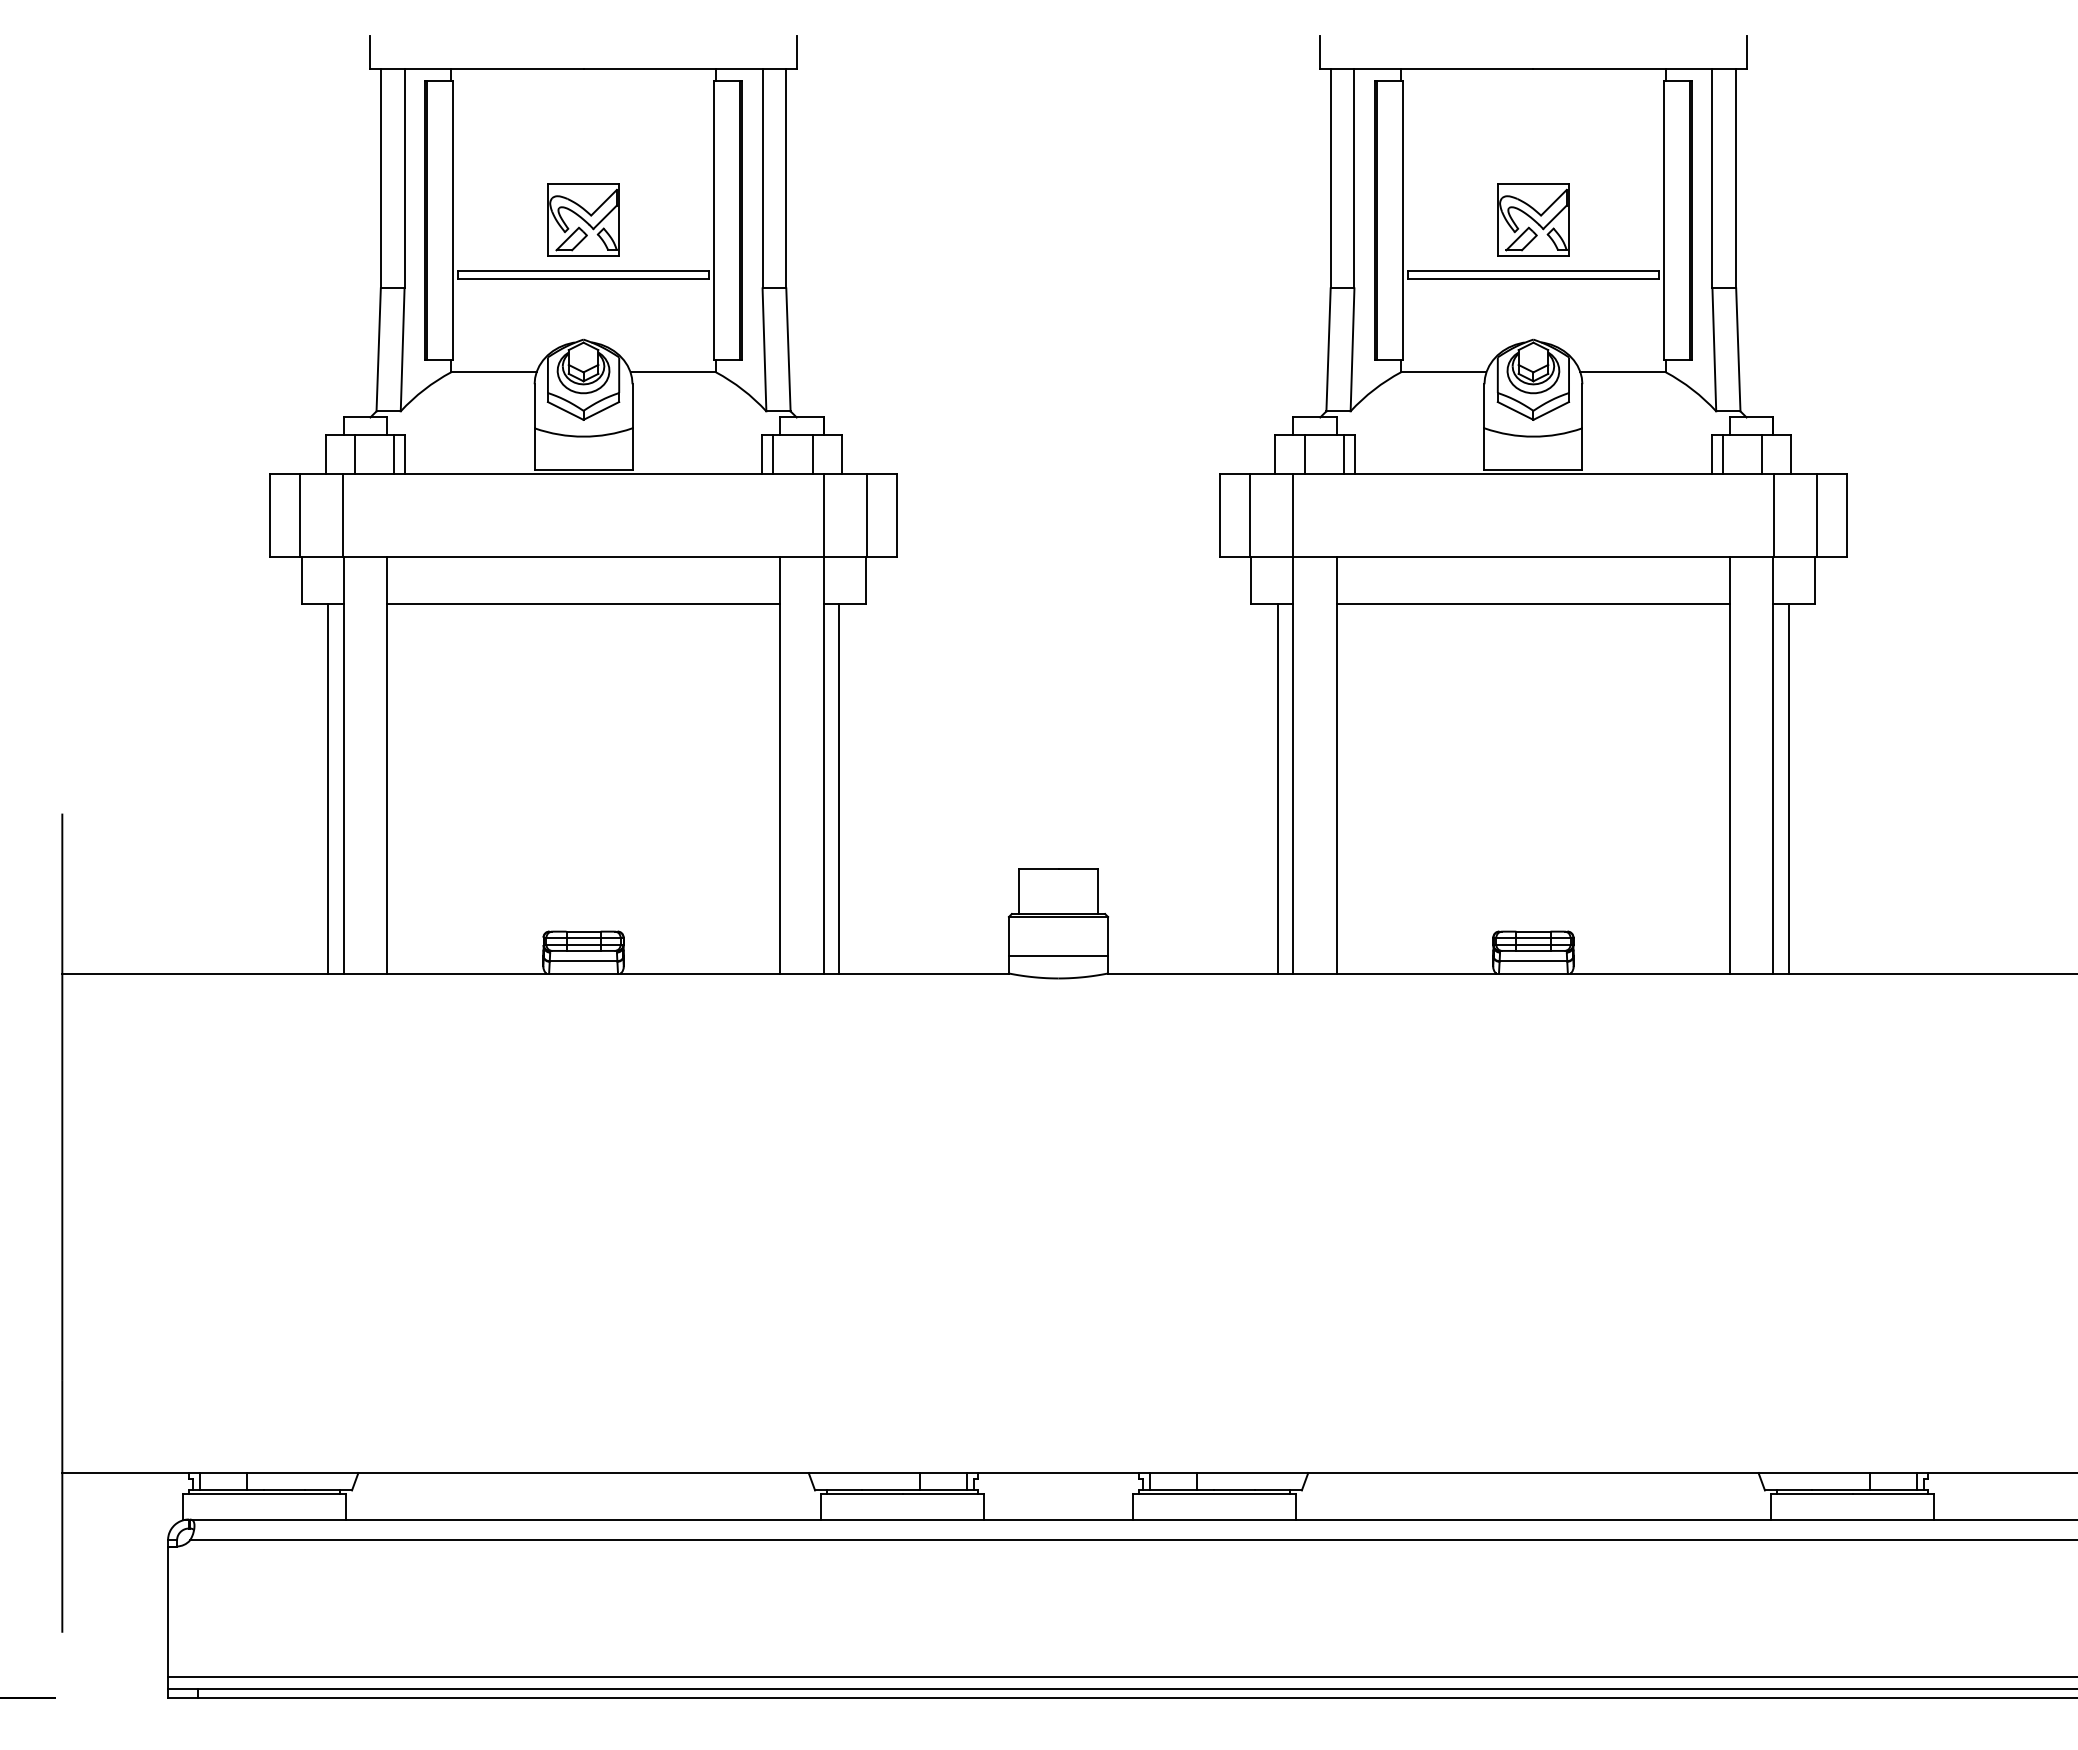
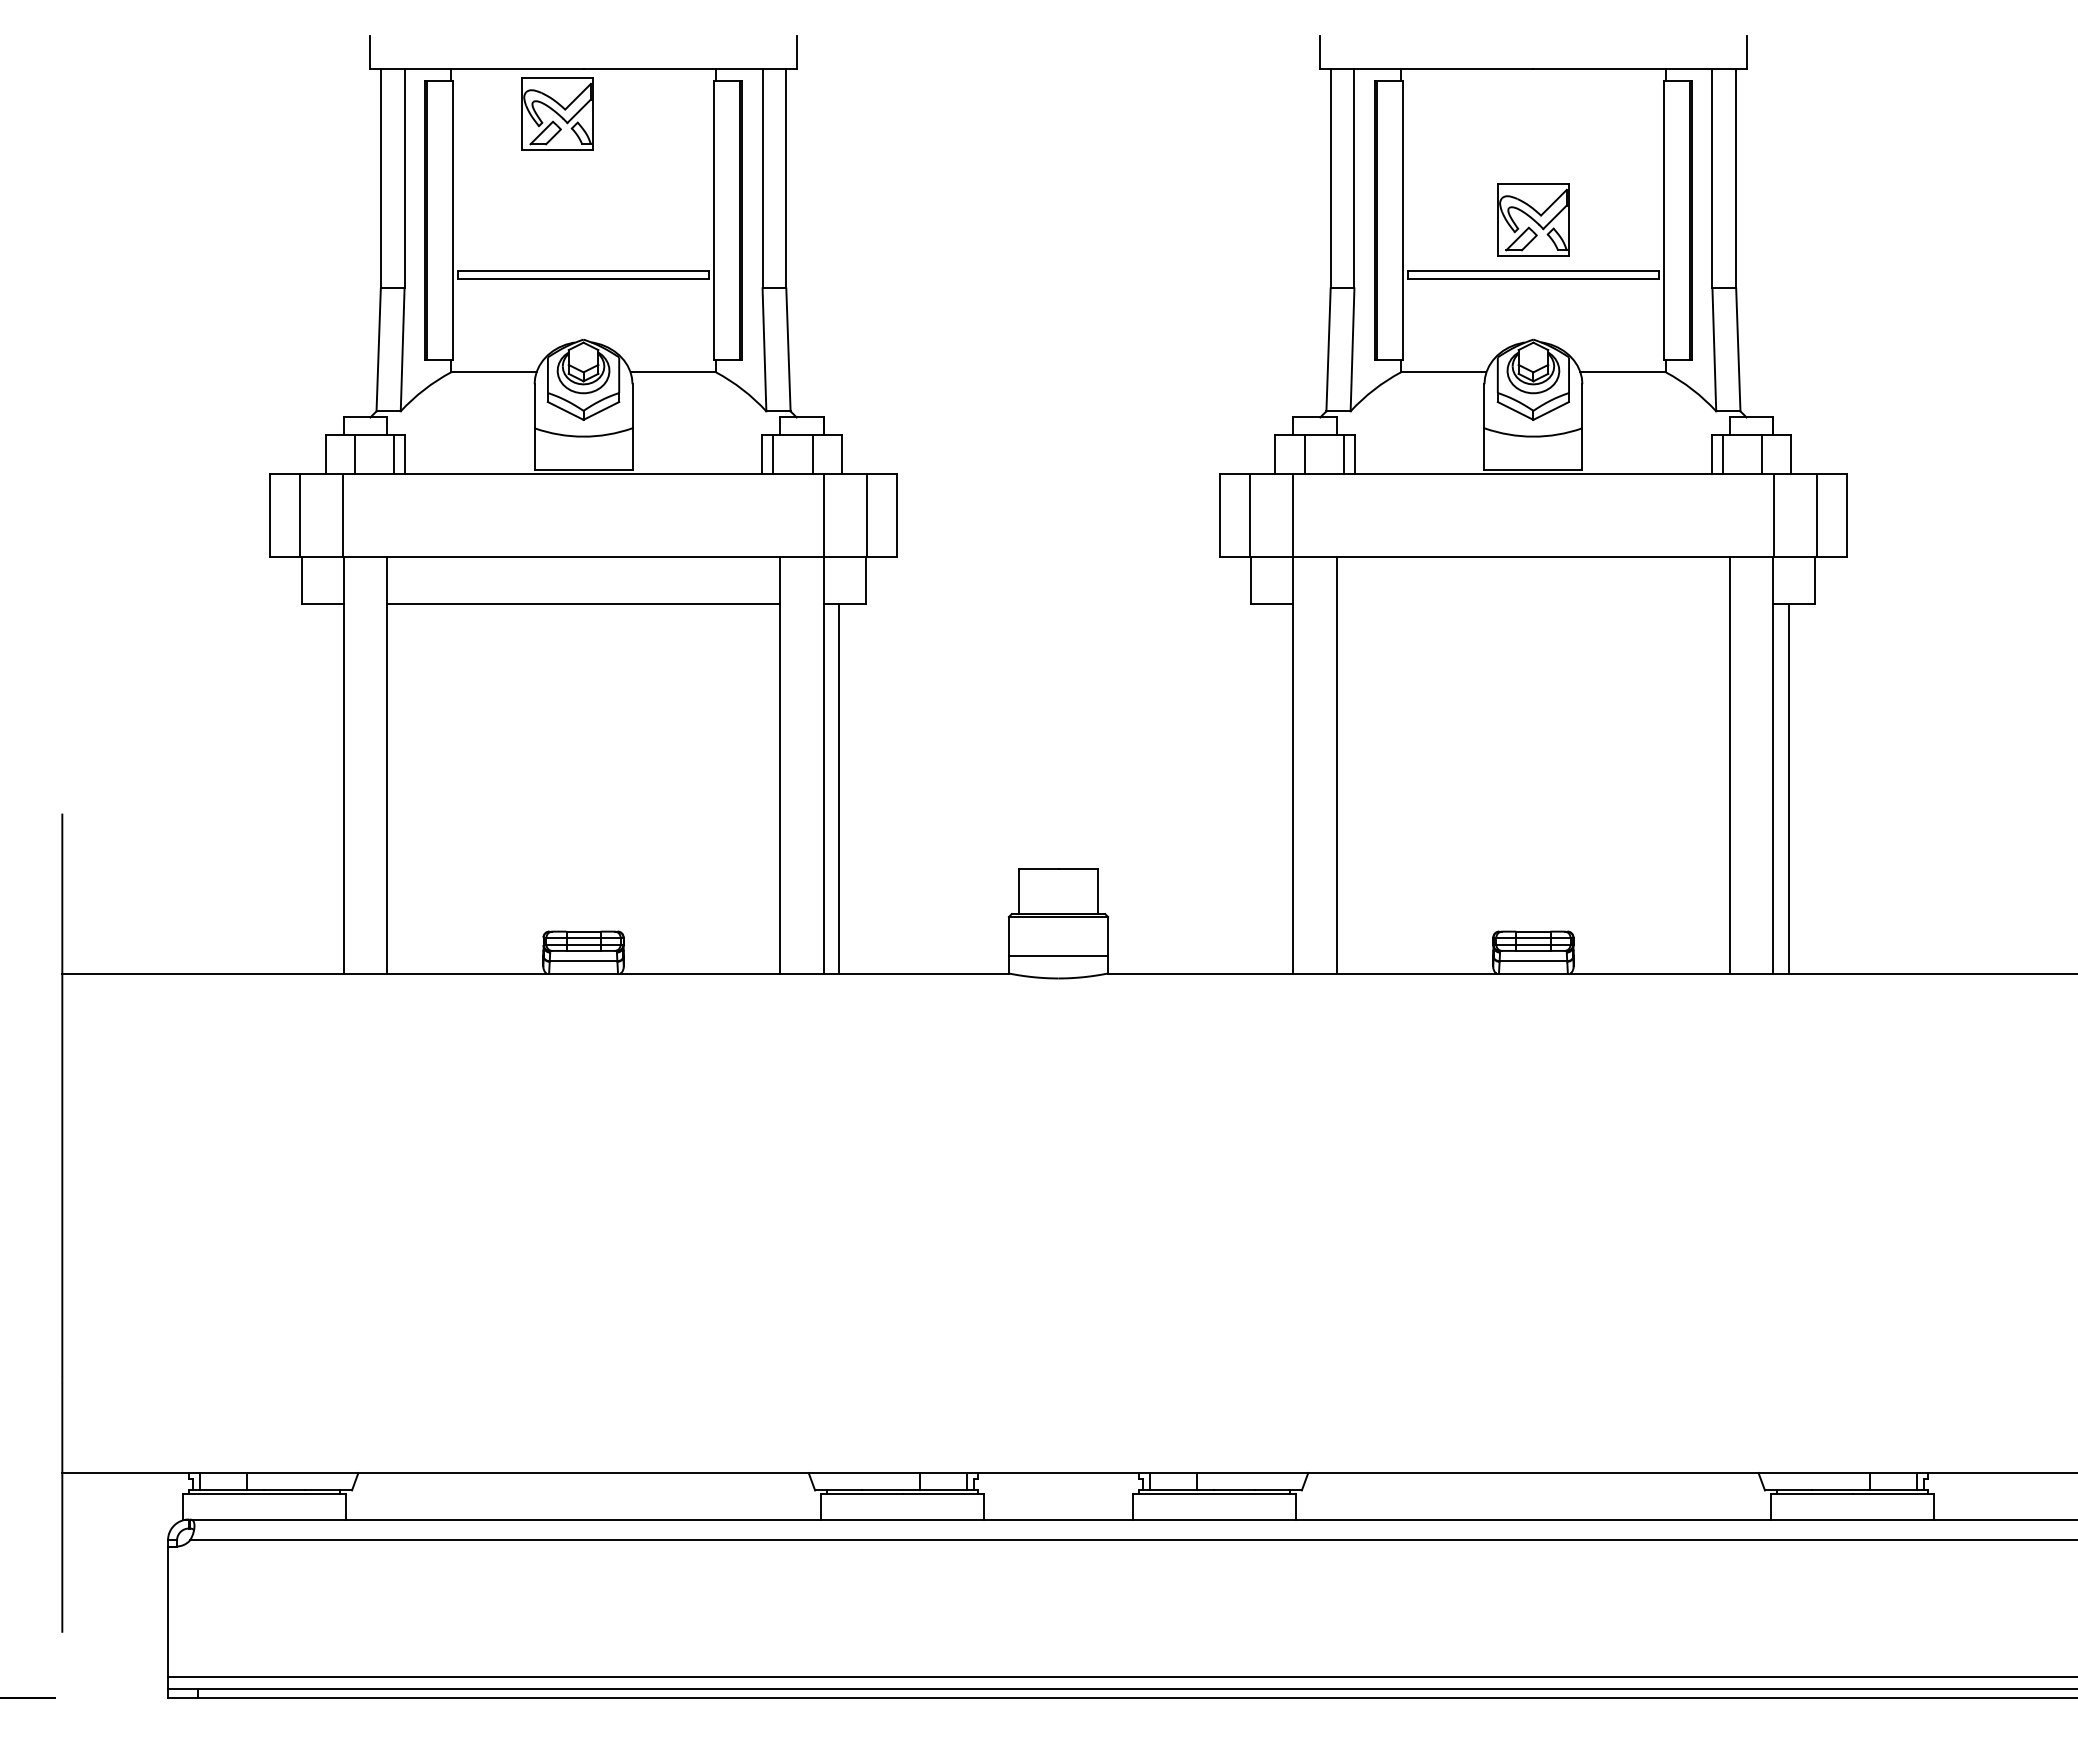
part at (583, 219) position: (583, 219) -> (557, 113)
line at (1533, 604): present -> none
line at (328, 788): present -> none
line at (1278, 788): present -> none
